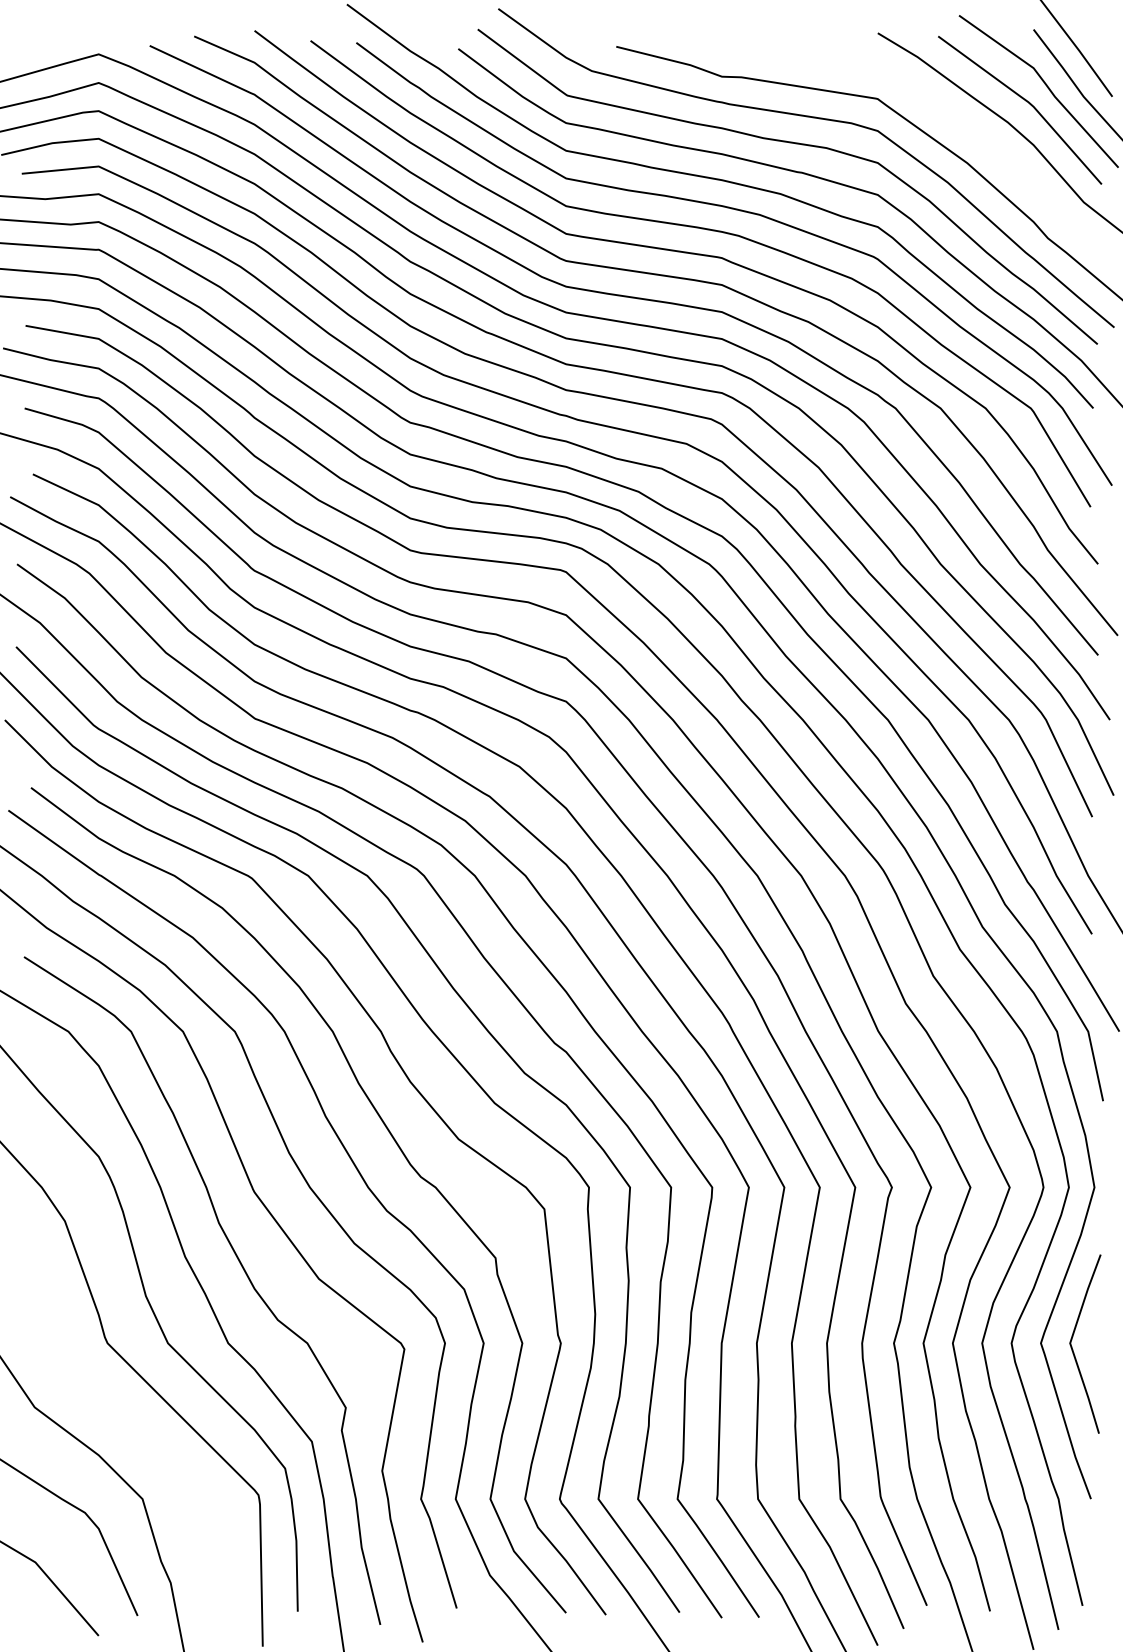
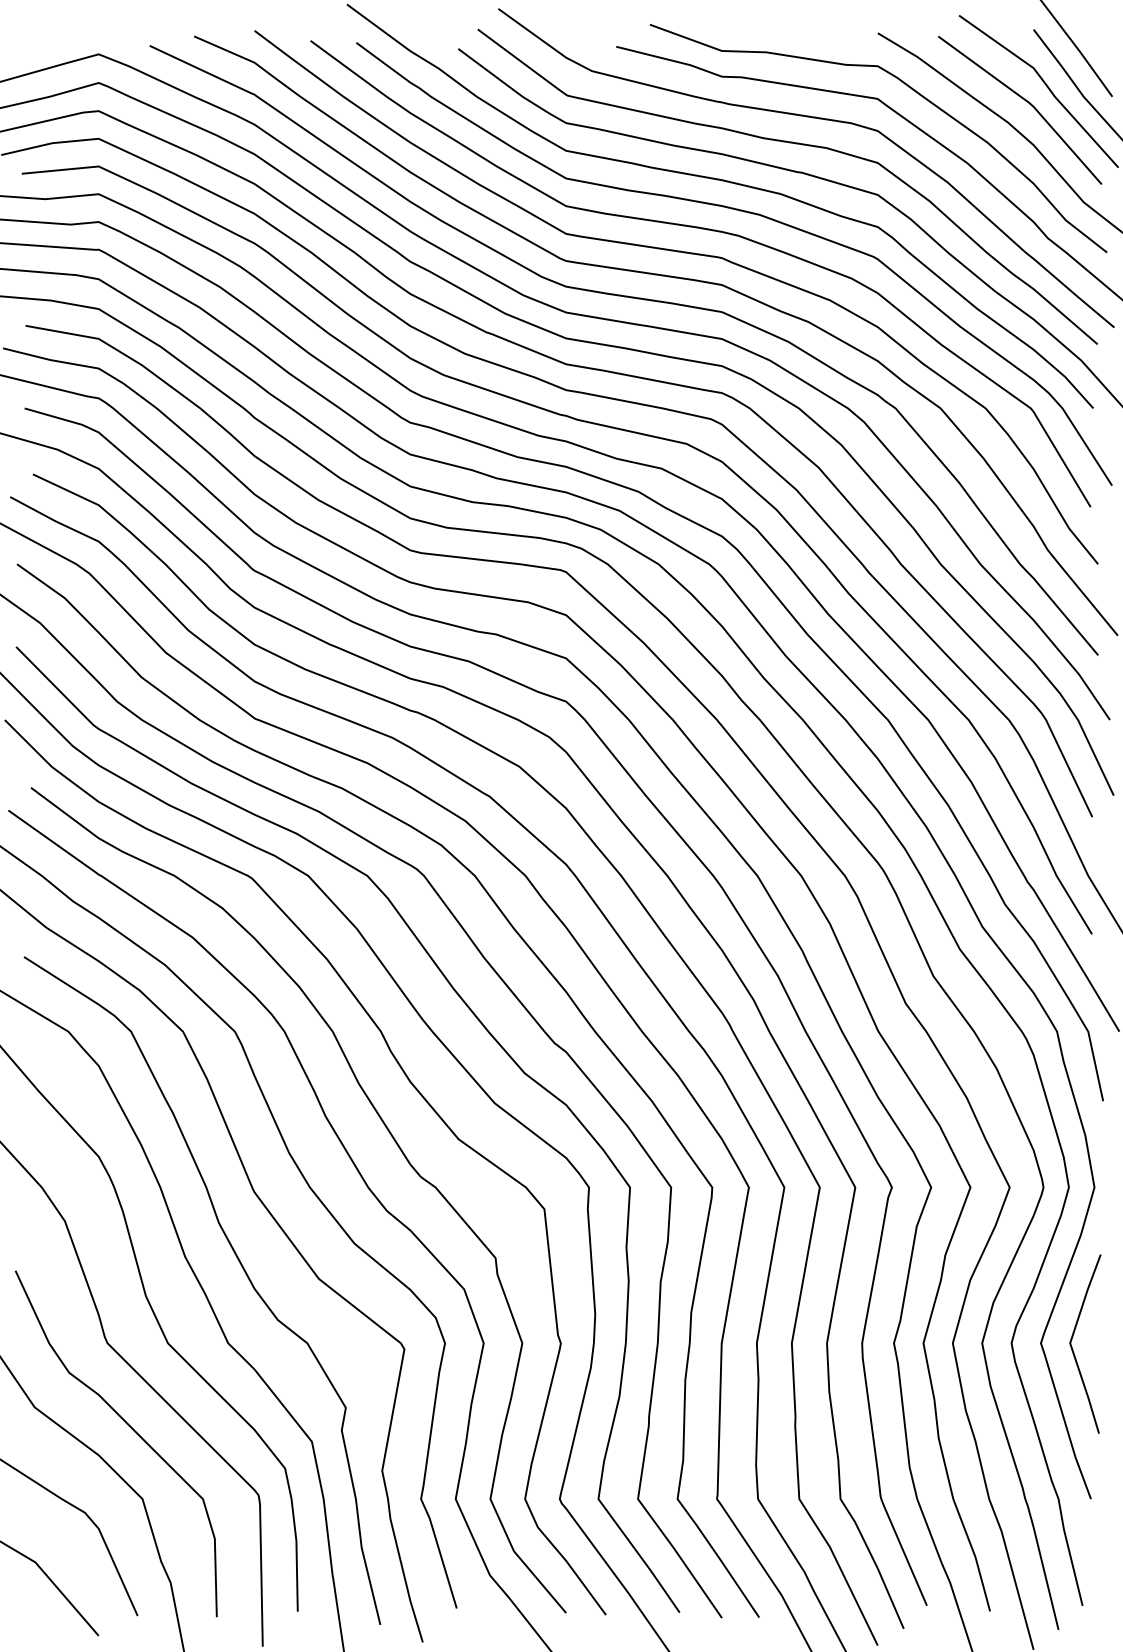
curve at (912, 90): none -> present
curve at (130, 1428): none -> present
